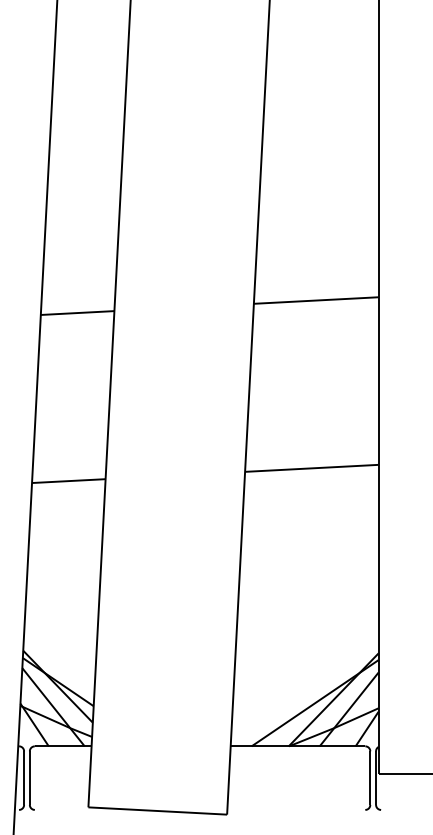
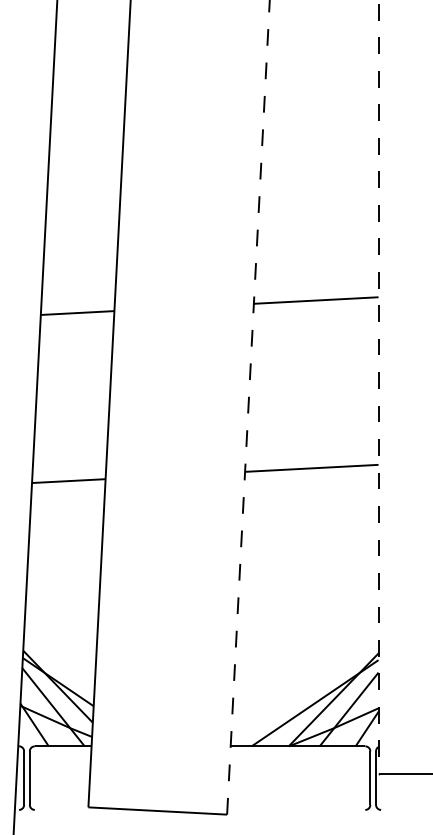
line at (378, 387): solid -> dashed
line at (248, 407): solid -> dashed
